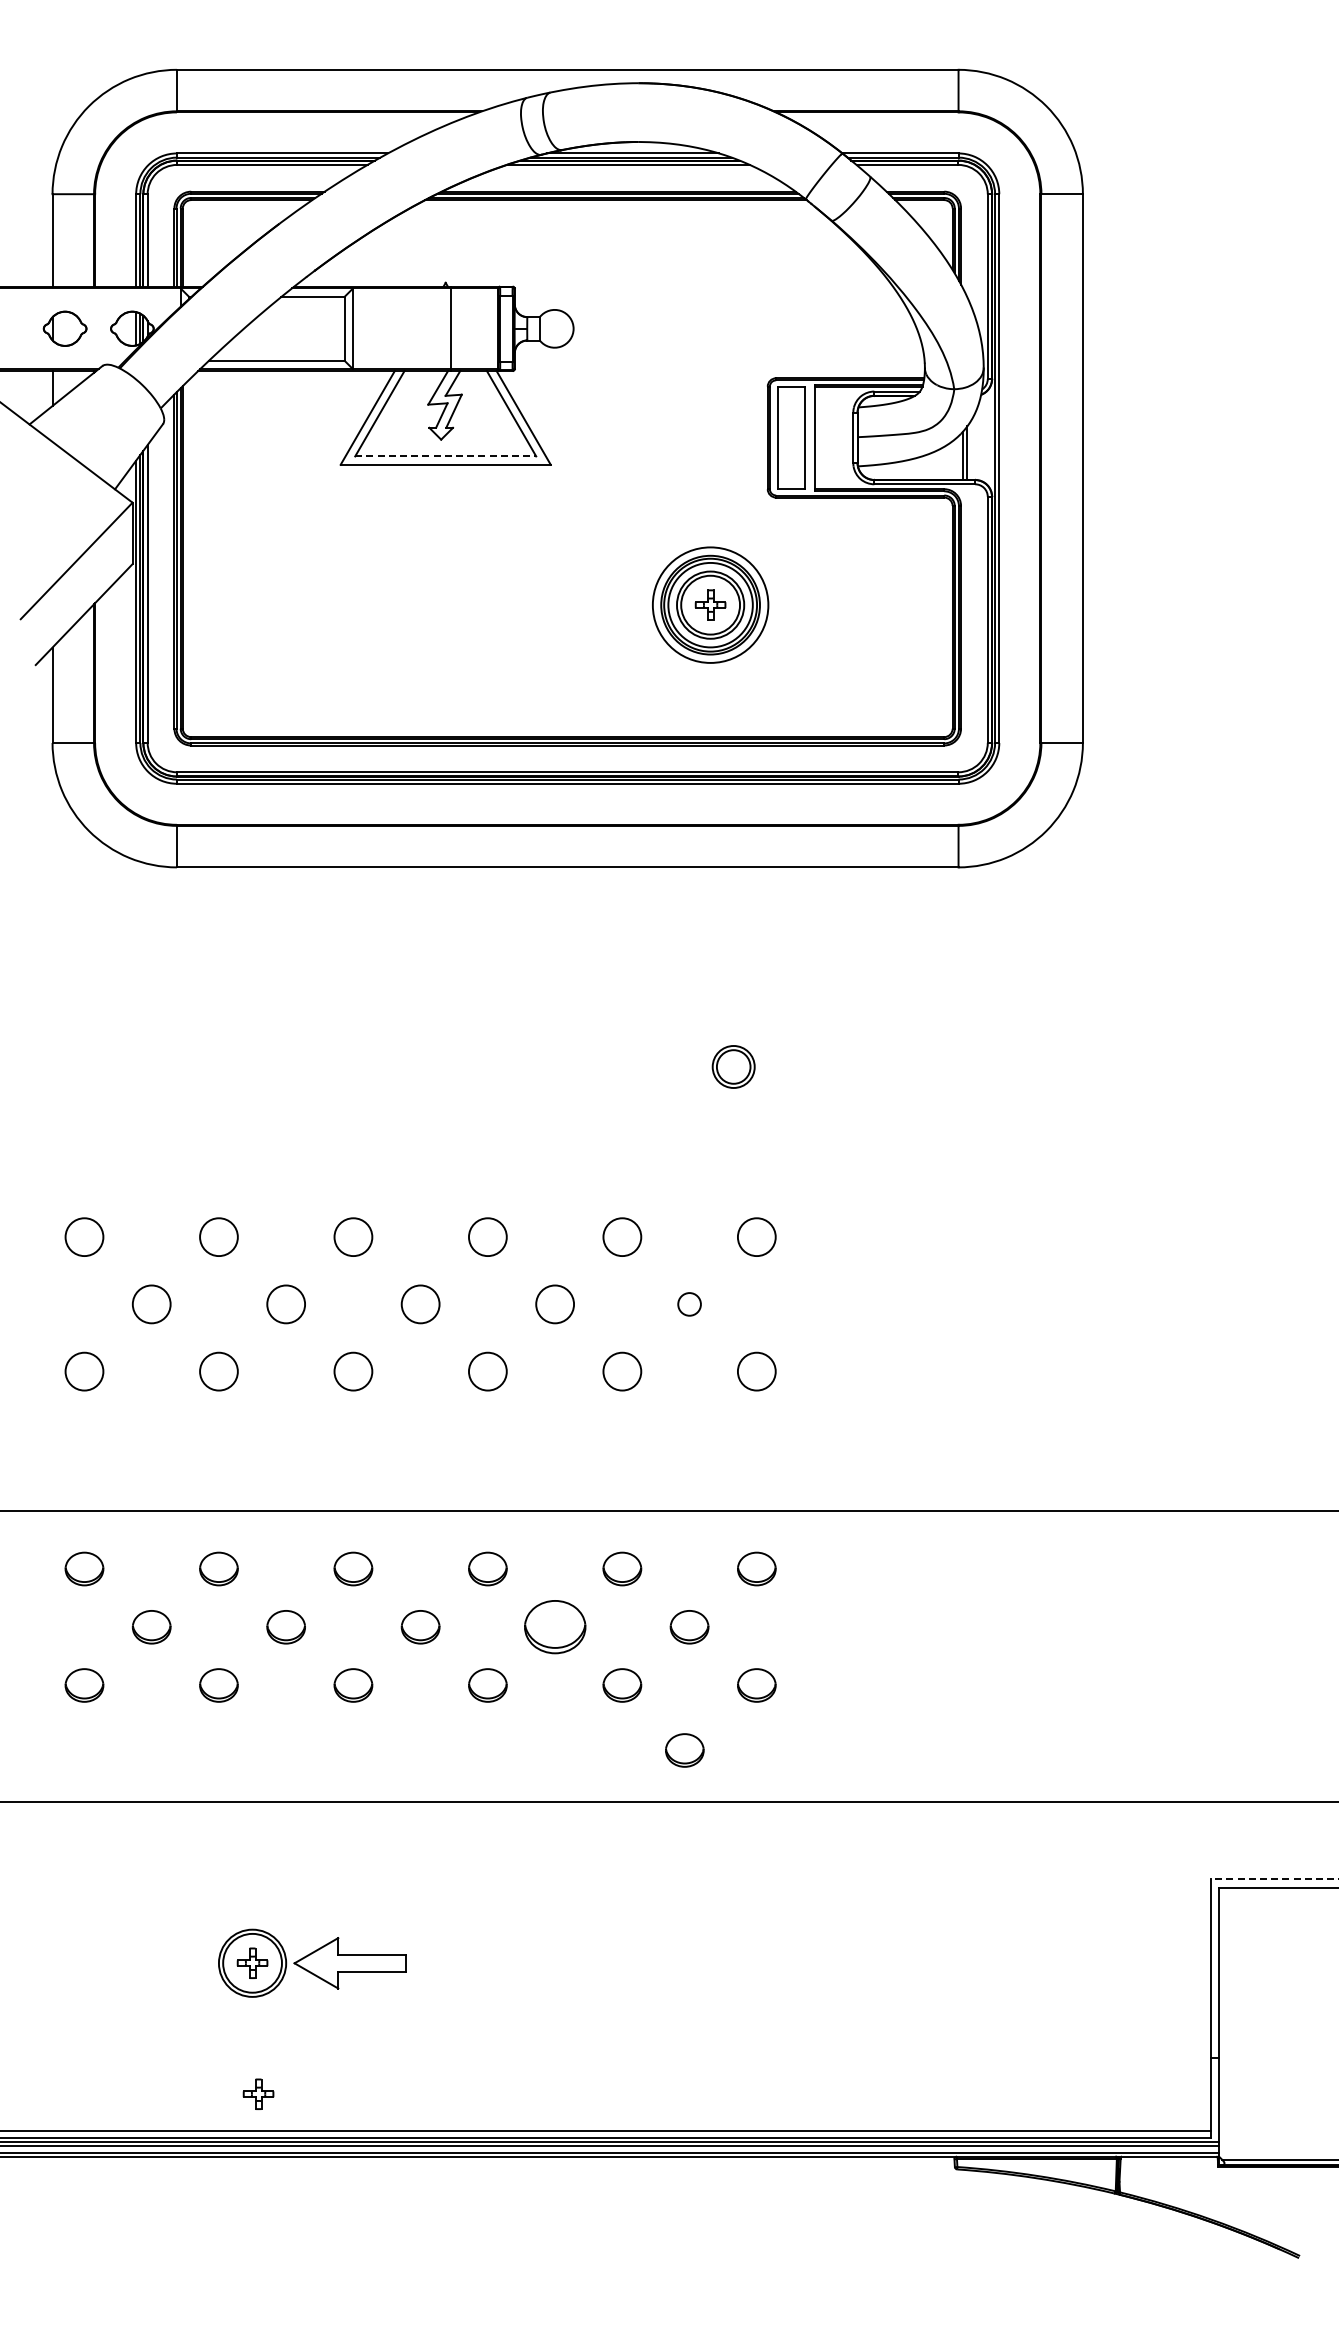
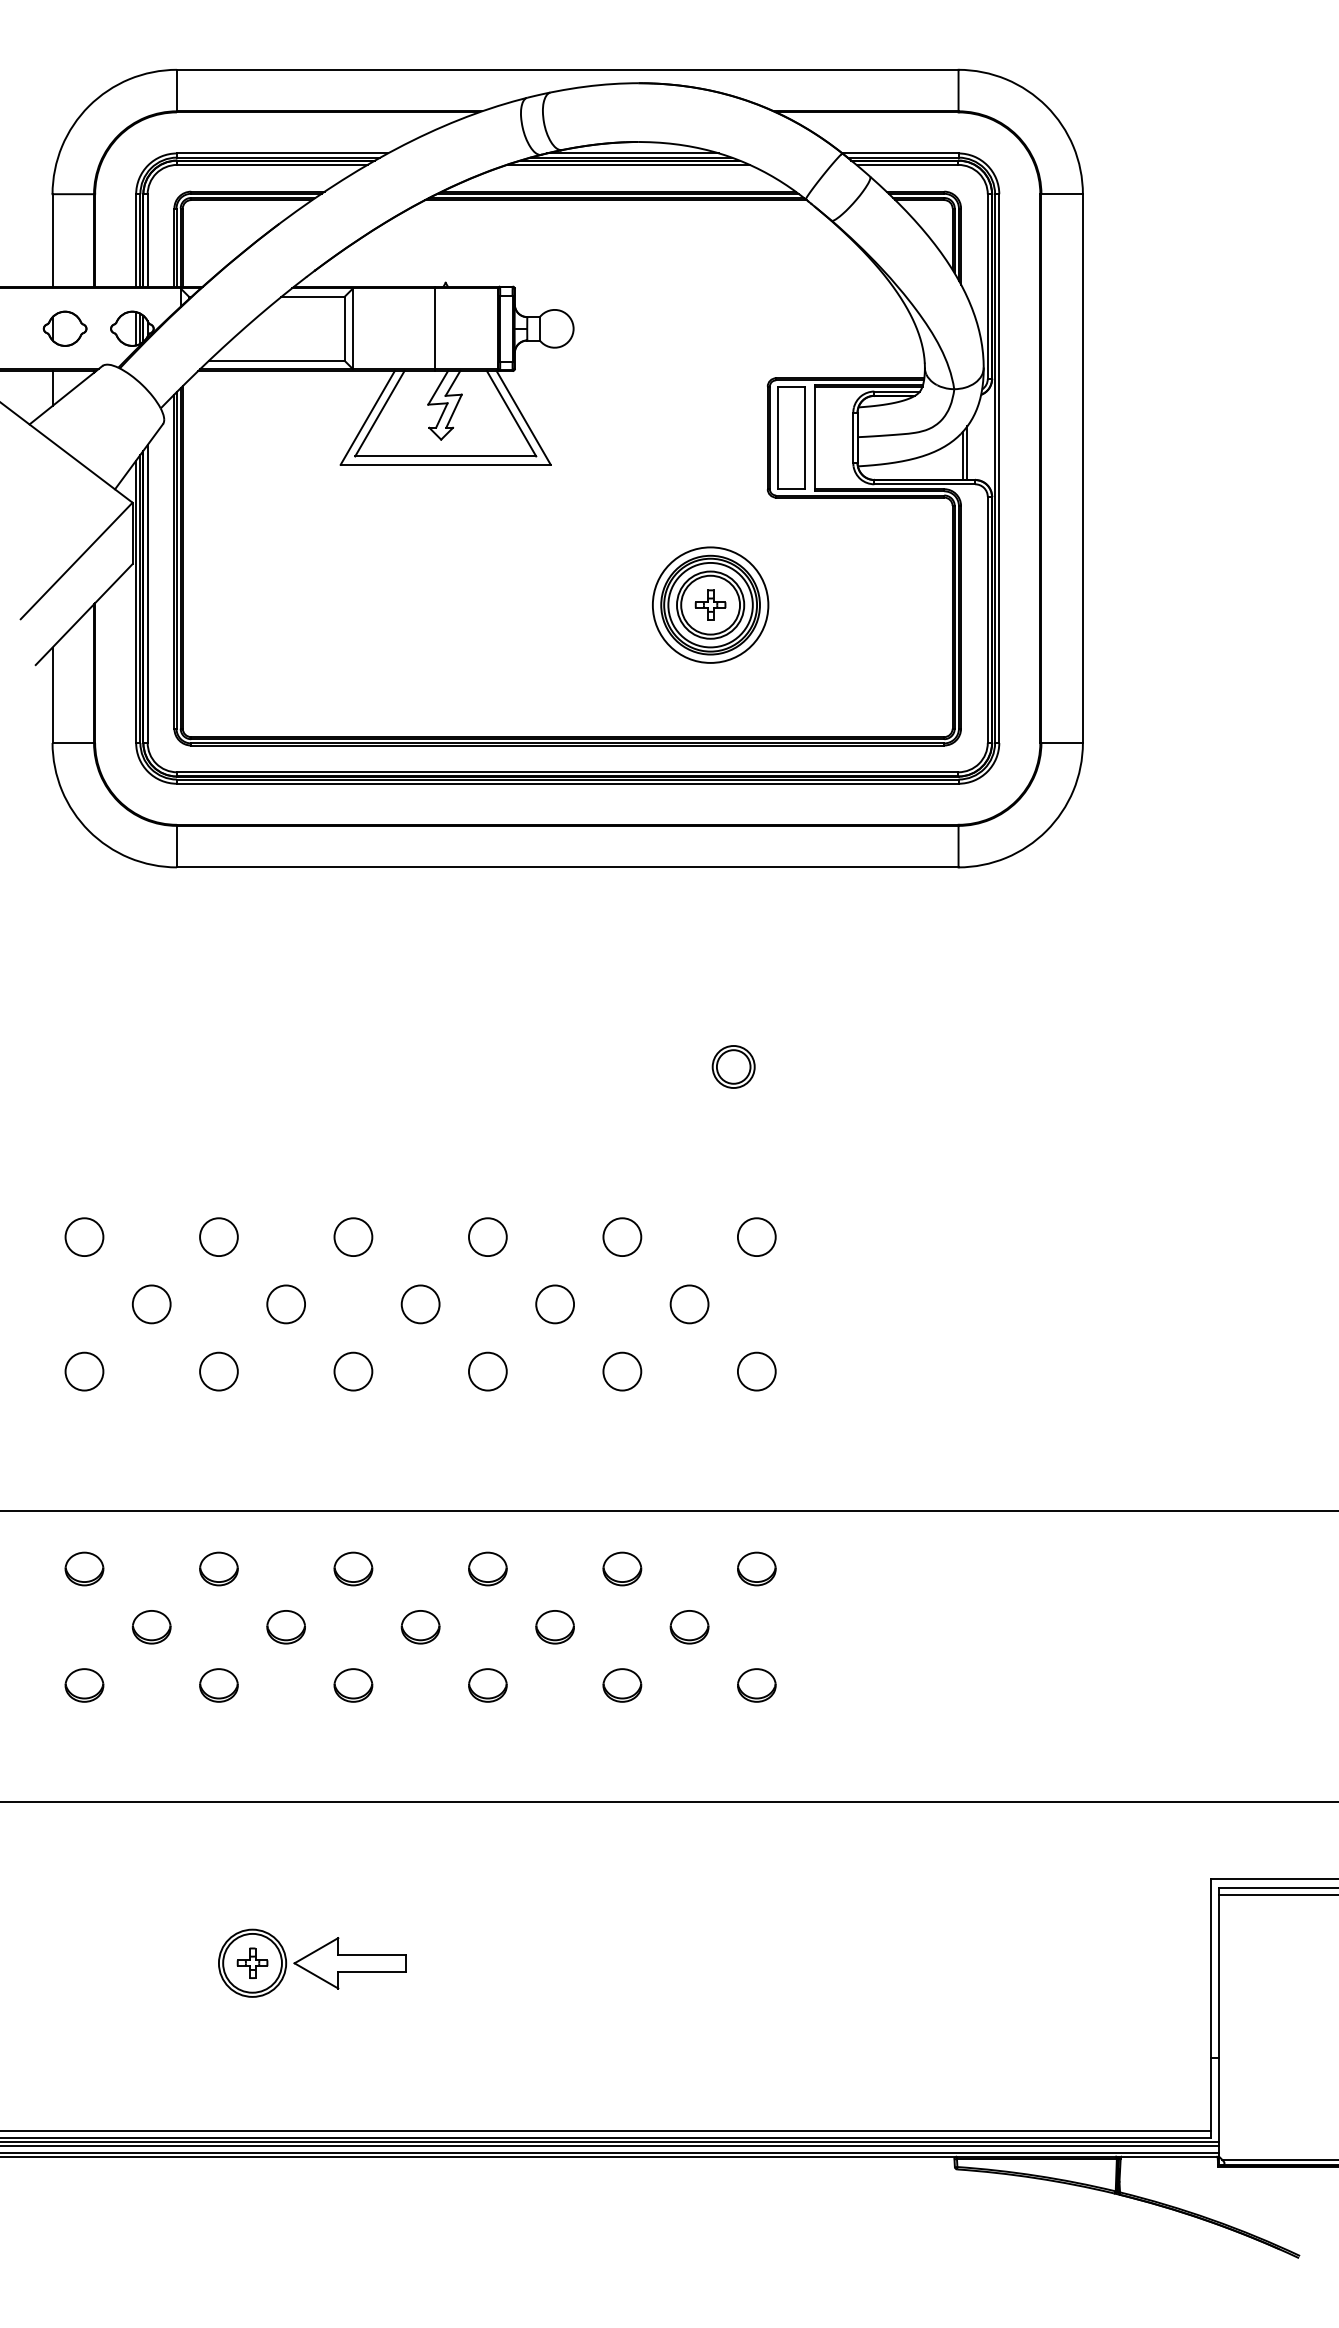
line at (450, 328) position: (450, 328) -> (434, 328)
line at (446, 456): dashed -> solid
circle at (689, 1304) diameter: 23 px -> 38 px
part at (555, 1627) size: 63x55 px -> 40x35 px
part at (684, 1750): present -> none
line at (1274, 1879): dashed -> solid
line at (1277, 1894): none -> present
part at (258, 2093): present -> none
